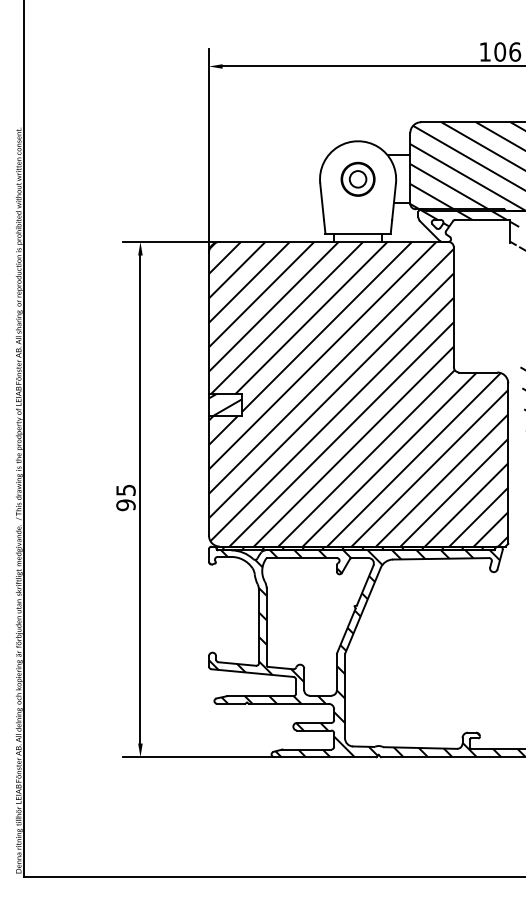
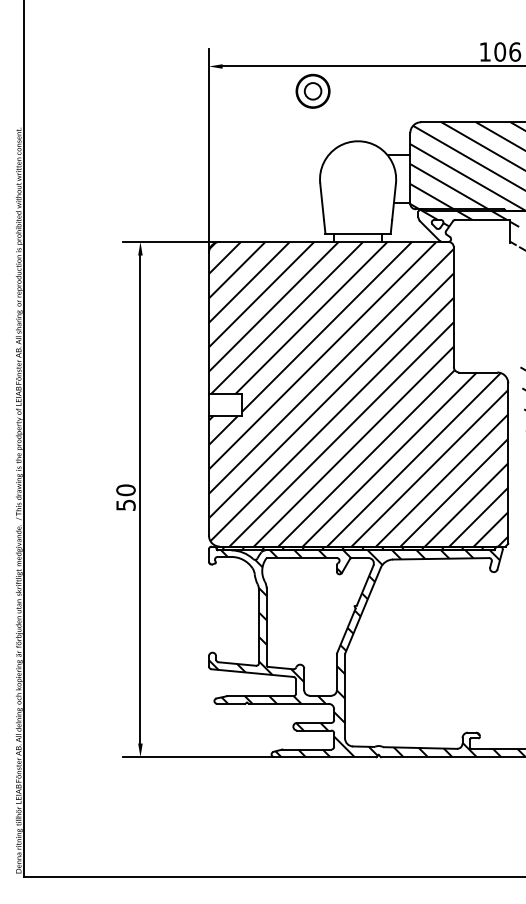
part at (357, 178) position: (357, 178) -> (312, 90)
hatch at (225, 405): present -> none
text at (125, 497): 95 -> 50
